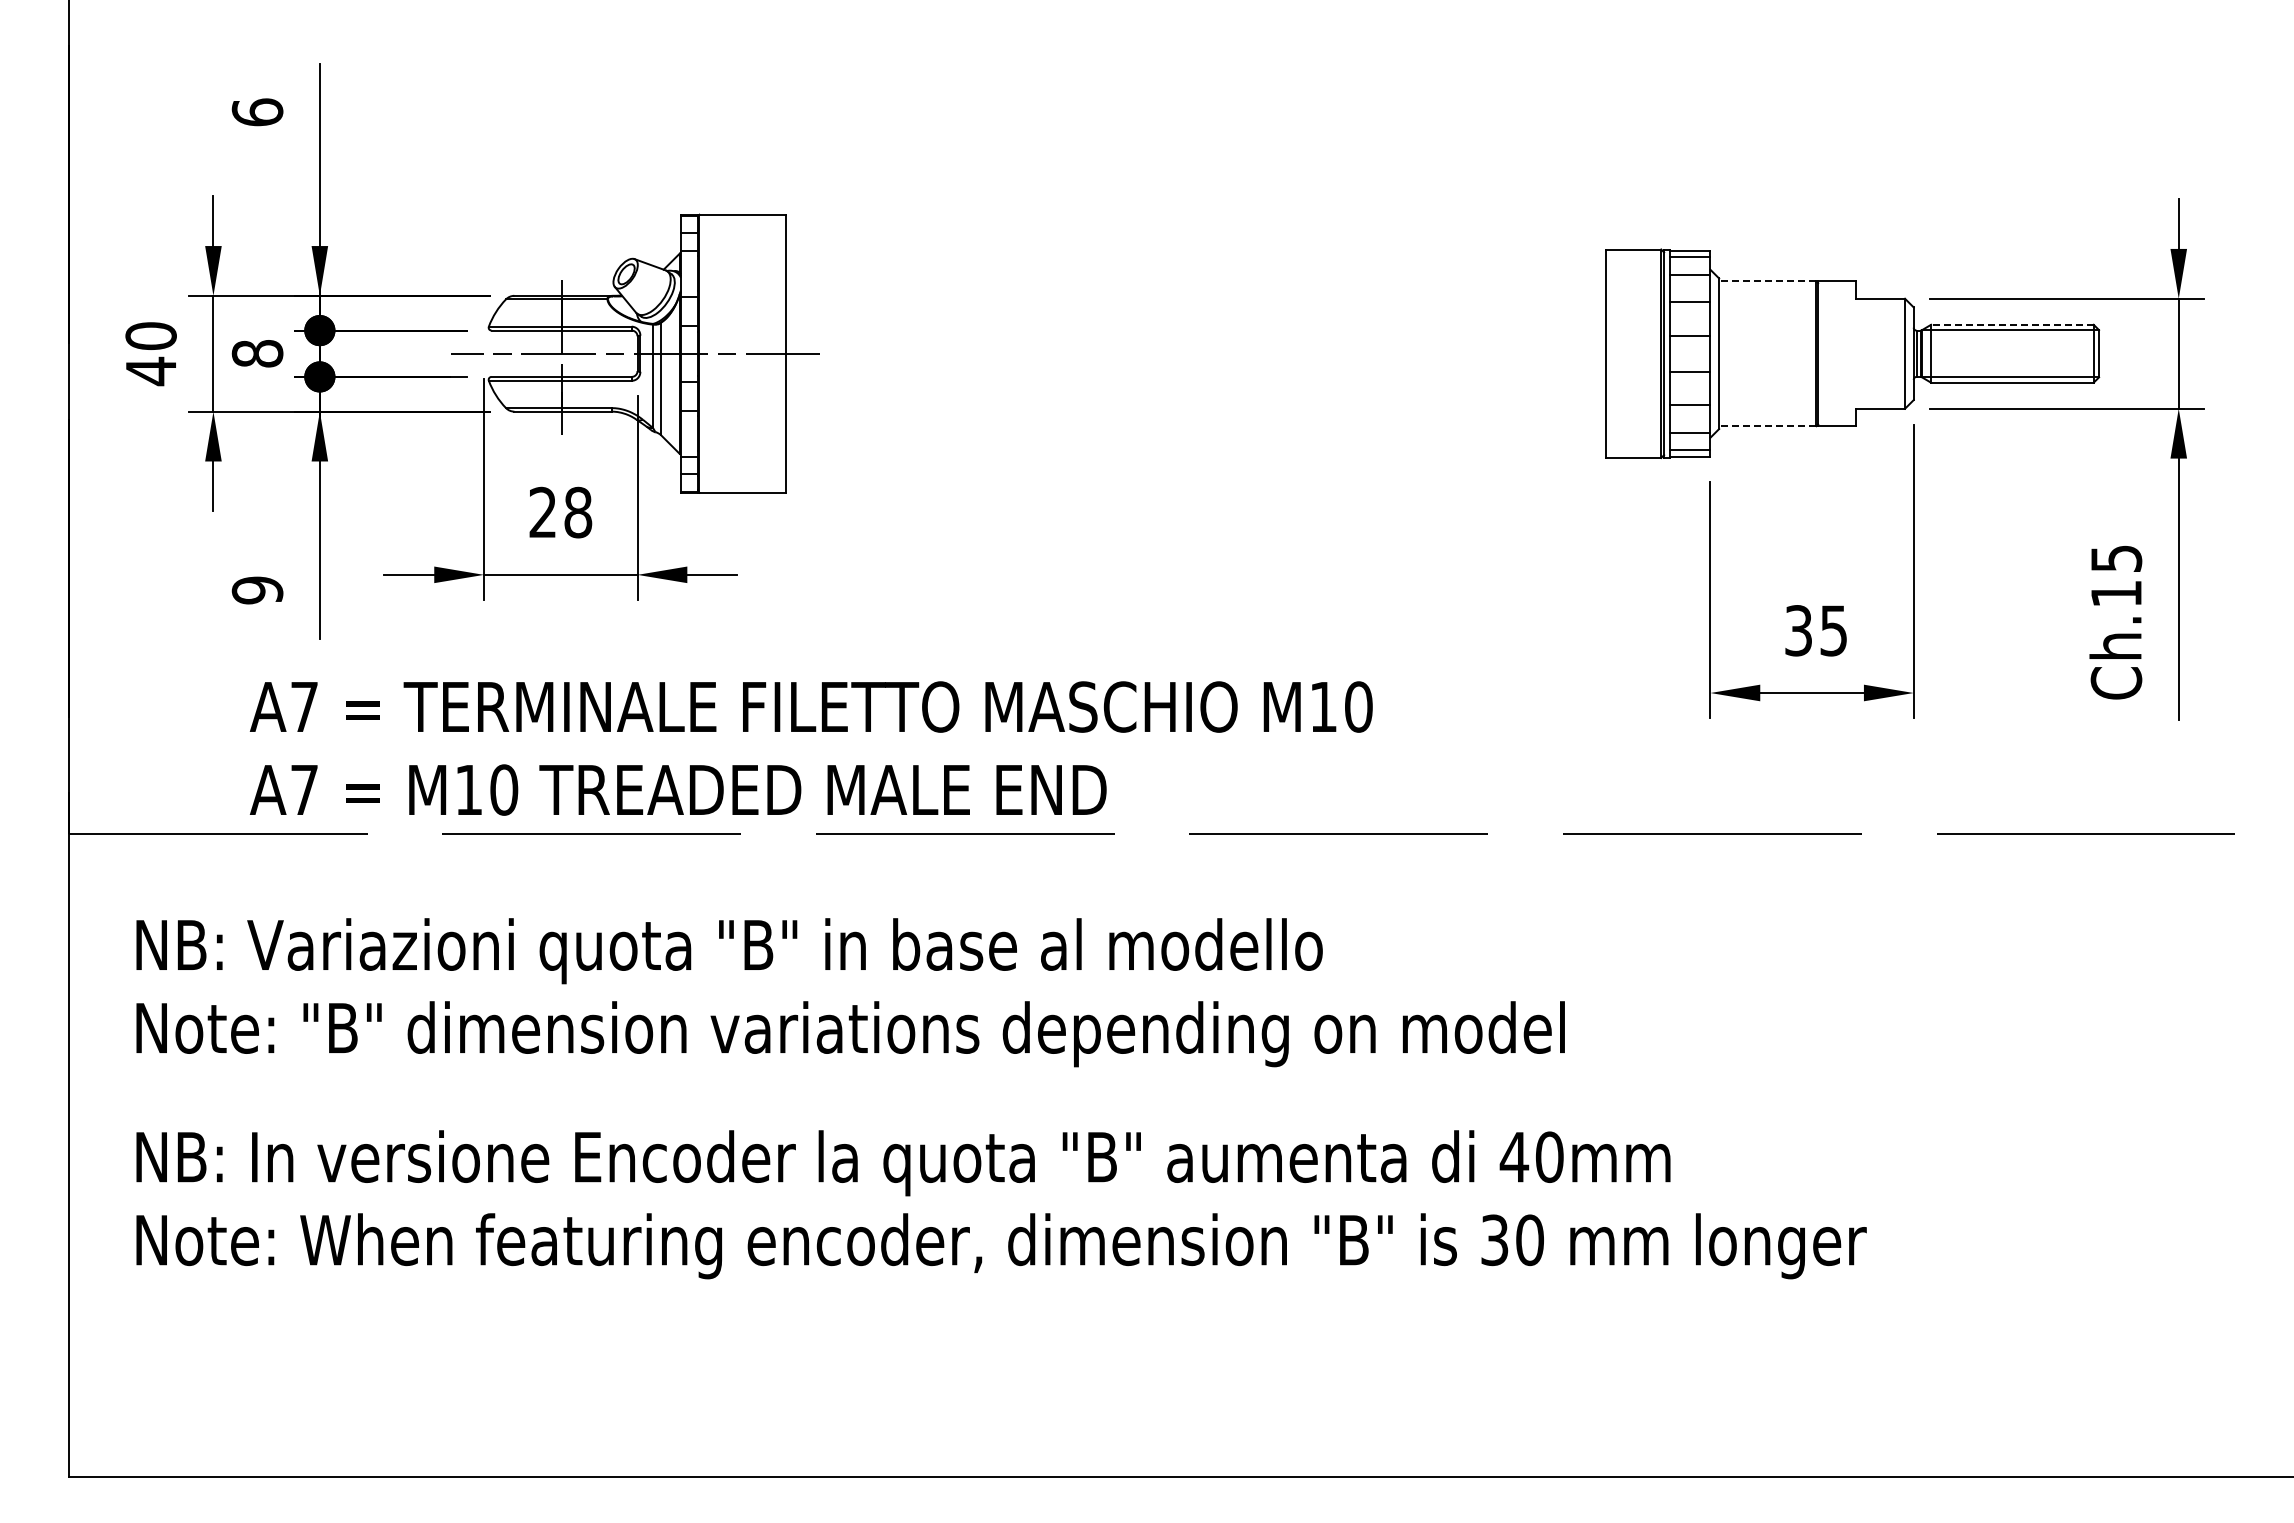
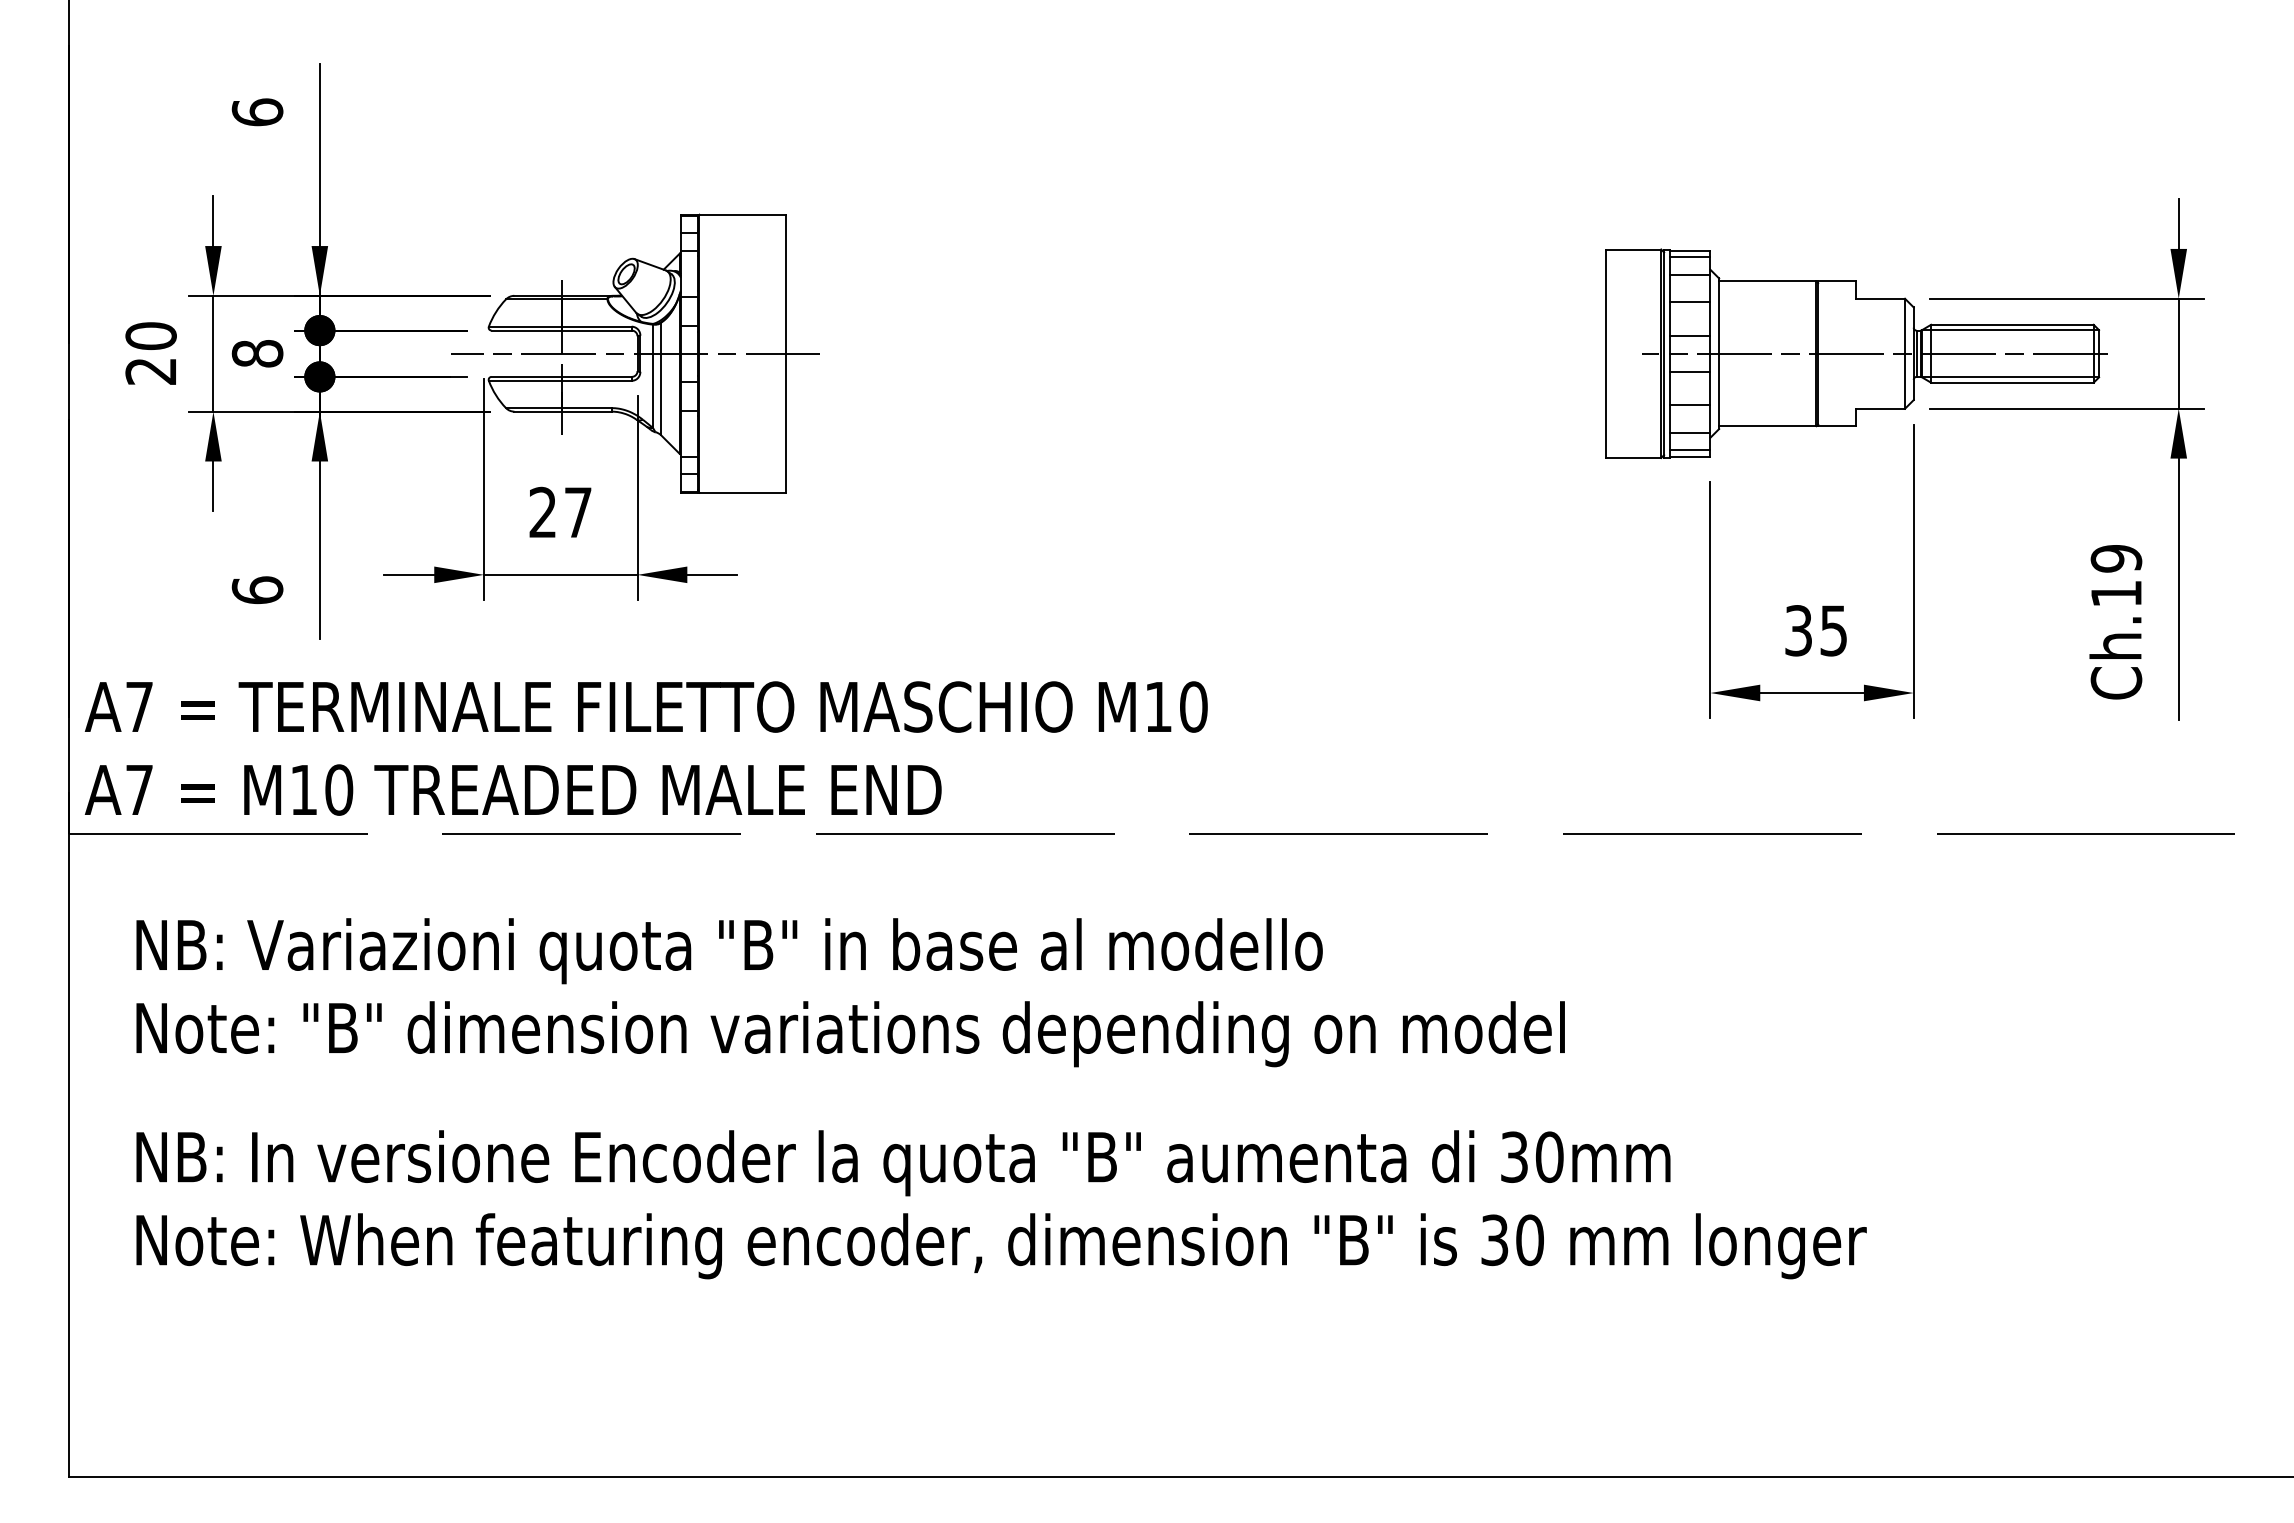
line at (1767, 281): dashed -> solid
line at (2011, 324): dashed -> solid
line at (1874, 353): none -> present
text at (150, 371): 40 -> 20
line at (1767, 426): dashed -> solid
text at (578, 512): 28 -> 27
text at (2116, 558): Ch.15 -> Ch.19
text at (257, 590): 9 -> 6
text at (810, 748) position: (810, 748) -> (645, 748)
text at (1514, 1156): 40mm -> 30mm
